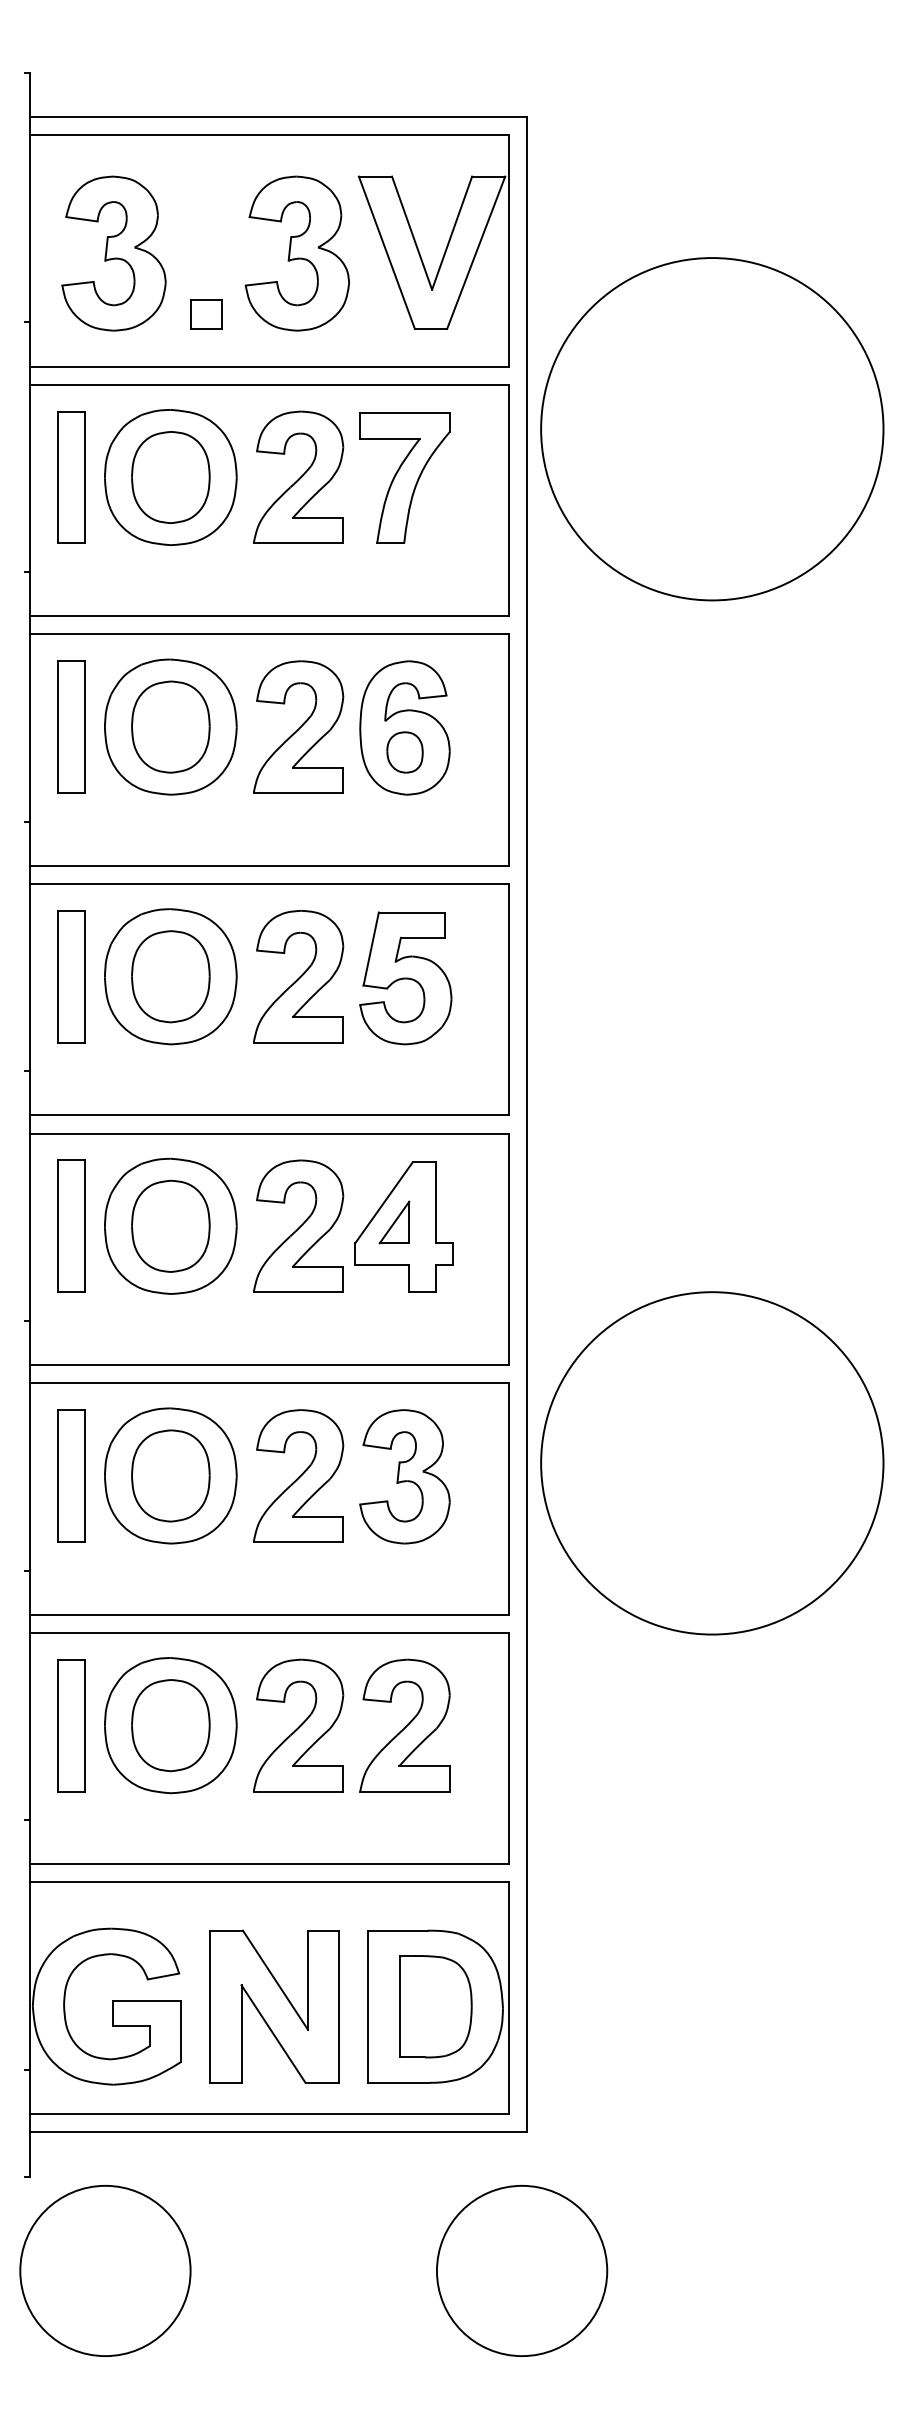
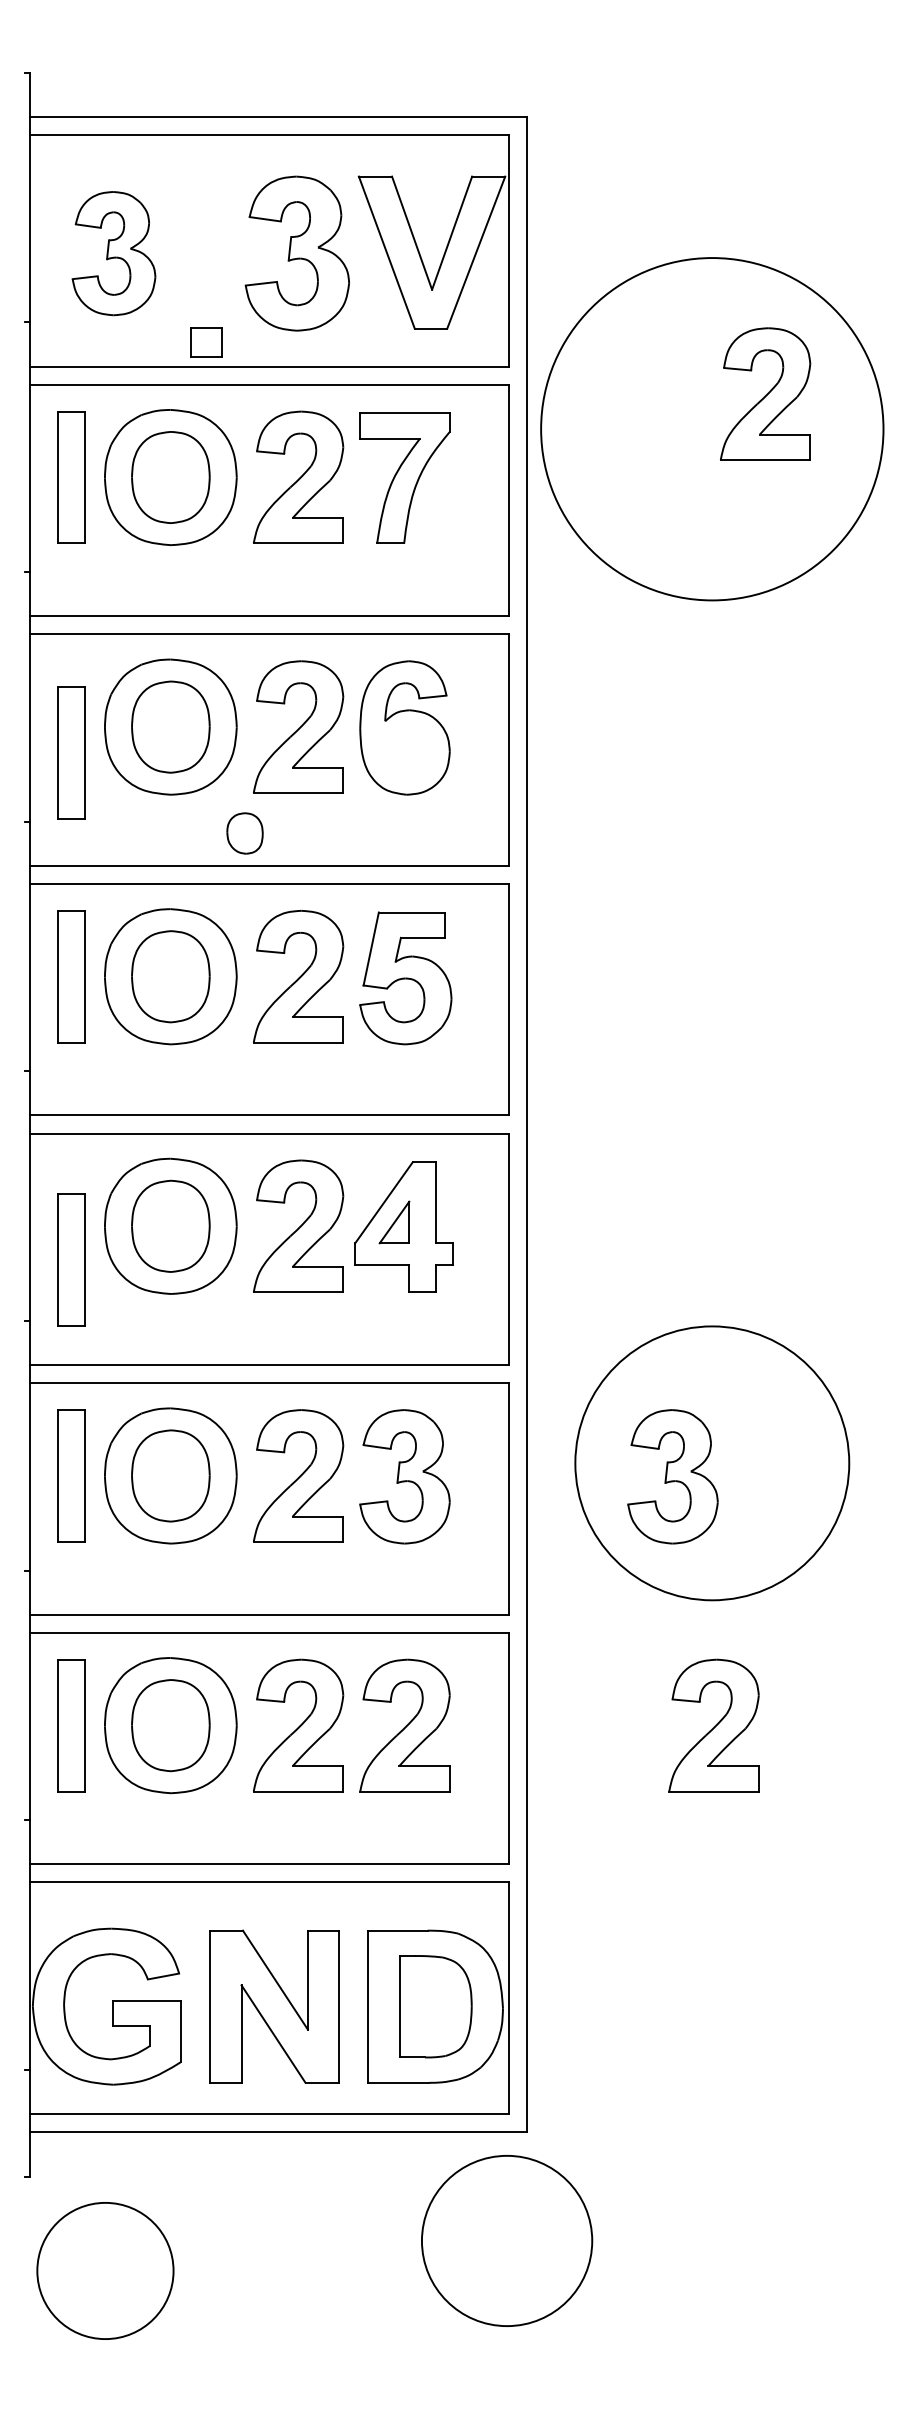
part at (113, 253) size: 106x157 px -> 86x126 px
part at (206, 314) position: (206, 314) -> (206, 342)
part at (765, 393): none -> present
part at (71, 726) position: (71, 726) -> (71, 752)
part at (404, 752) position: (404, 752) -> (244, 833)
part at (71, 1225) position: (71, 1225) -> (71, 1259)
circle at (712, 1463) diameter: 342 px -> 274 px
part at (672, 1476): none -> present
part at (713, 1725): none -> present
circle at (105, 2270) diameter: 170 px -> 136 px
circle at (522, 2270) position: (522, 2270) -> (507, 2240)
